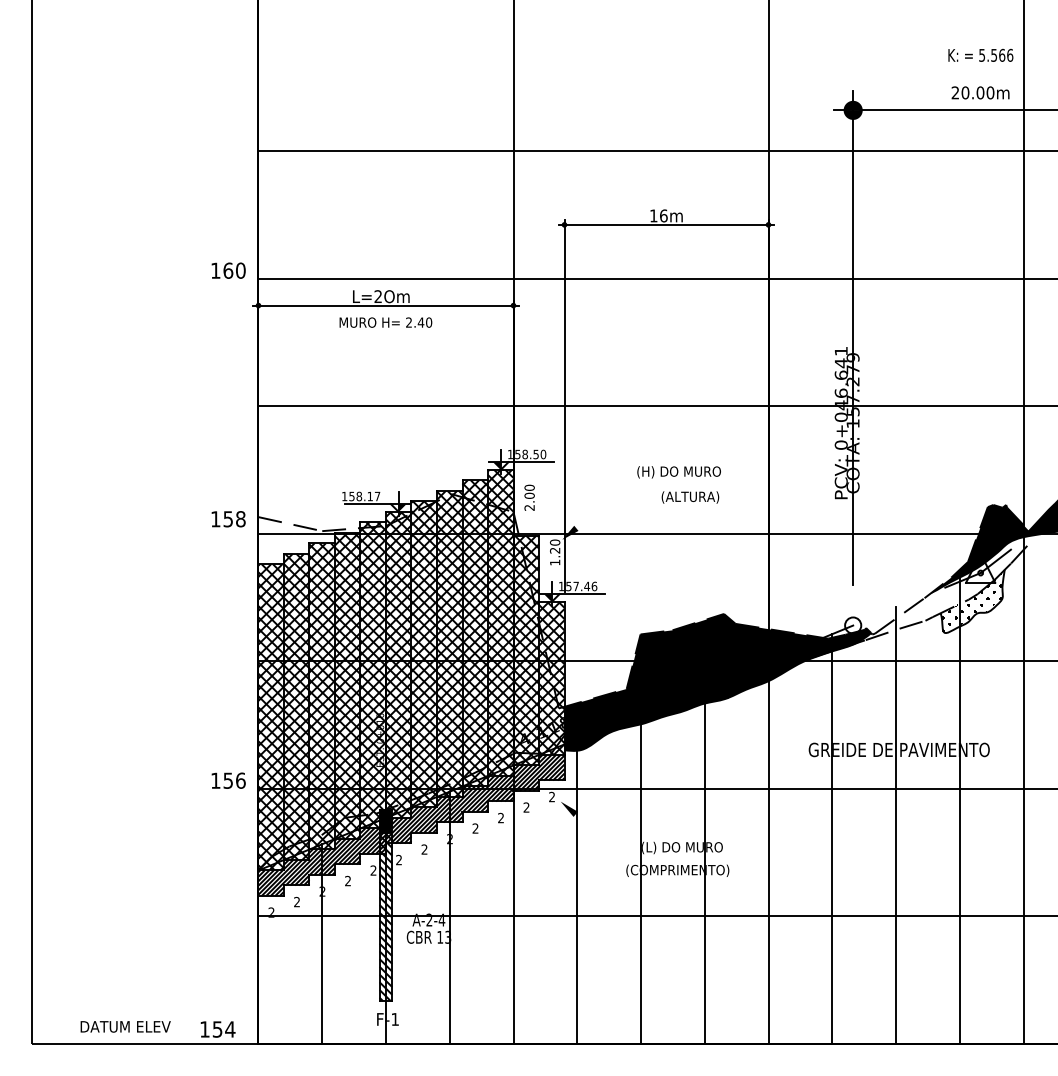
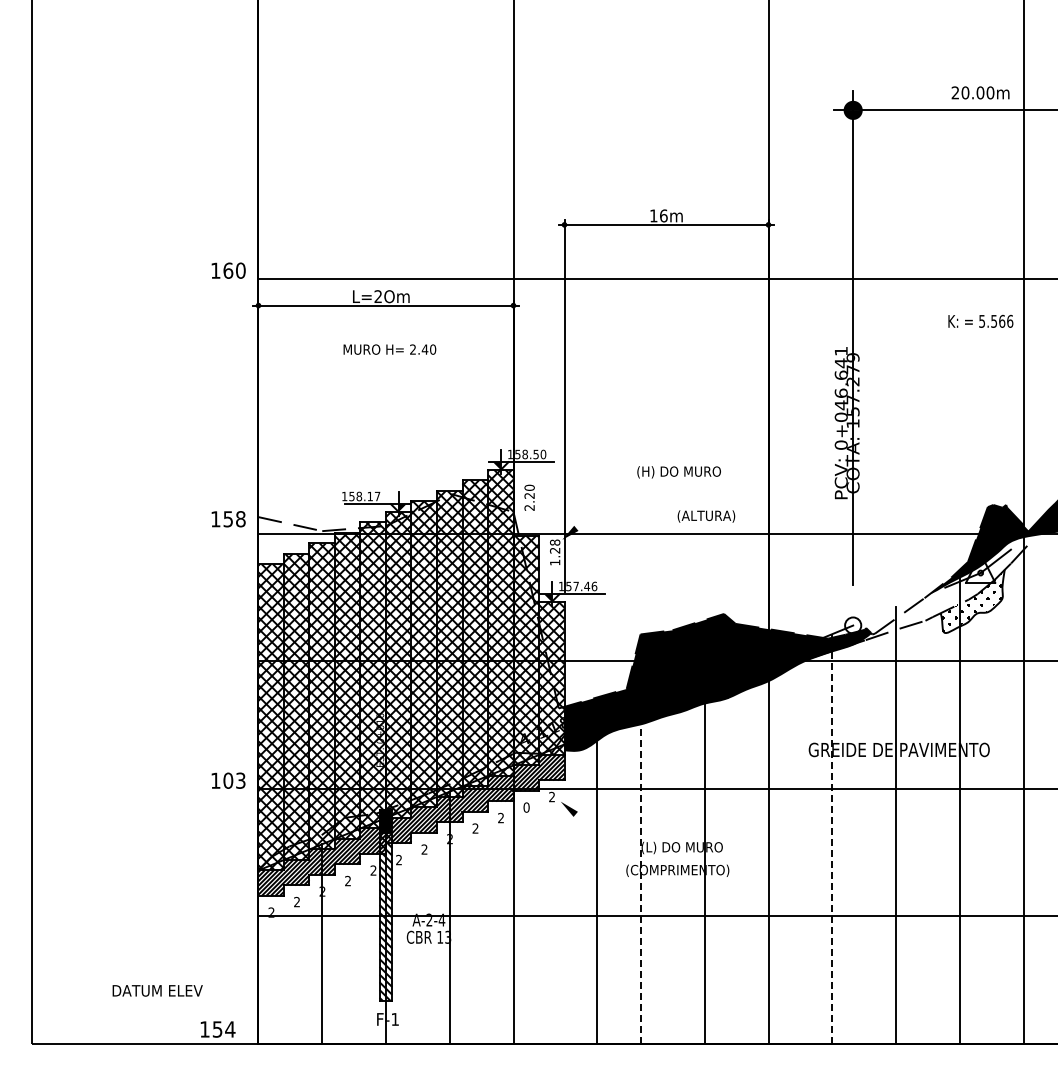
text at (980, 54) position: (980, 54) -> (980, 320)
line at (656, 151): present -> none
text at (385, 322) position: (385, 322) -> (389, 349)
line at (656, 406): present -> none
text at (529, 495): 2.00 -> 2.20
text at (690, 497) position: (690, 497) -> (706, 516)
text at (555, 542): 1.20 -> 1.28
text at (234, 780): 156 -> 103
text at (526, 807): 2 -> 0
line at (832, 838): solid -> dashed
line at (641, 877): solid -> dashed
line at (577, 891) position: (577, 891) -> (597, 891)
text at (125, 1026) position: (125, 1026) -> (157, 990)
